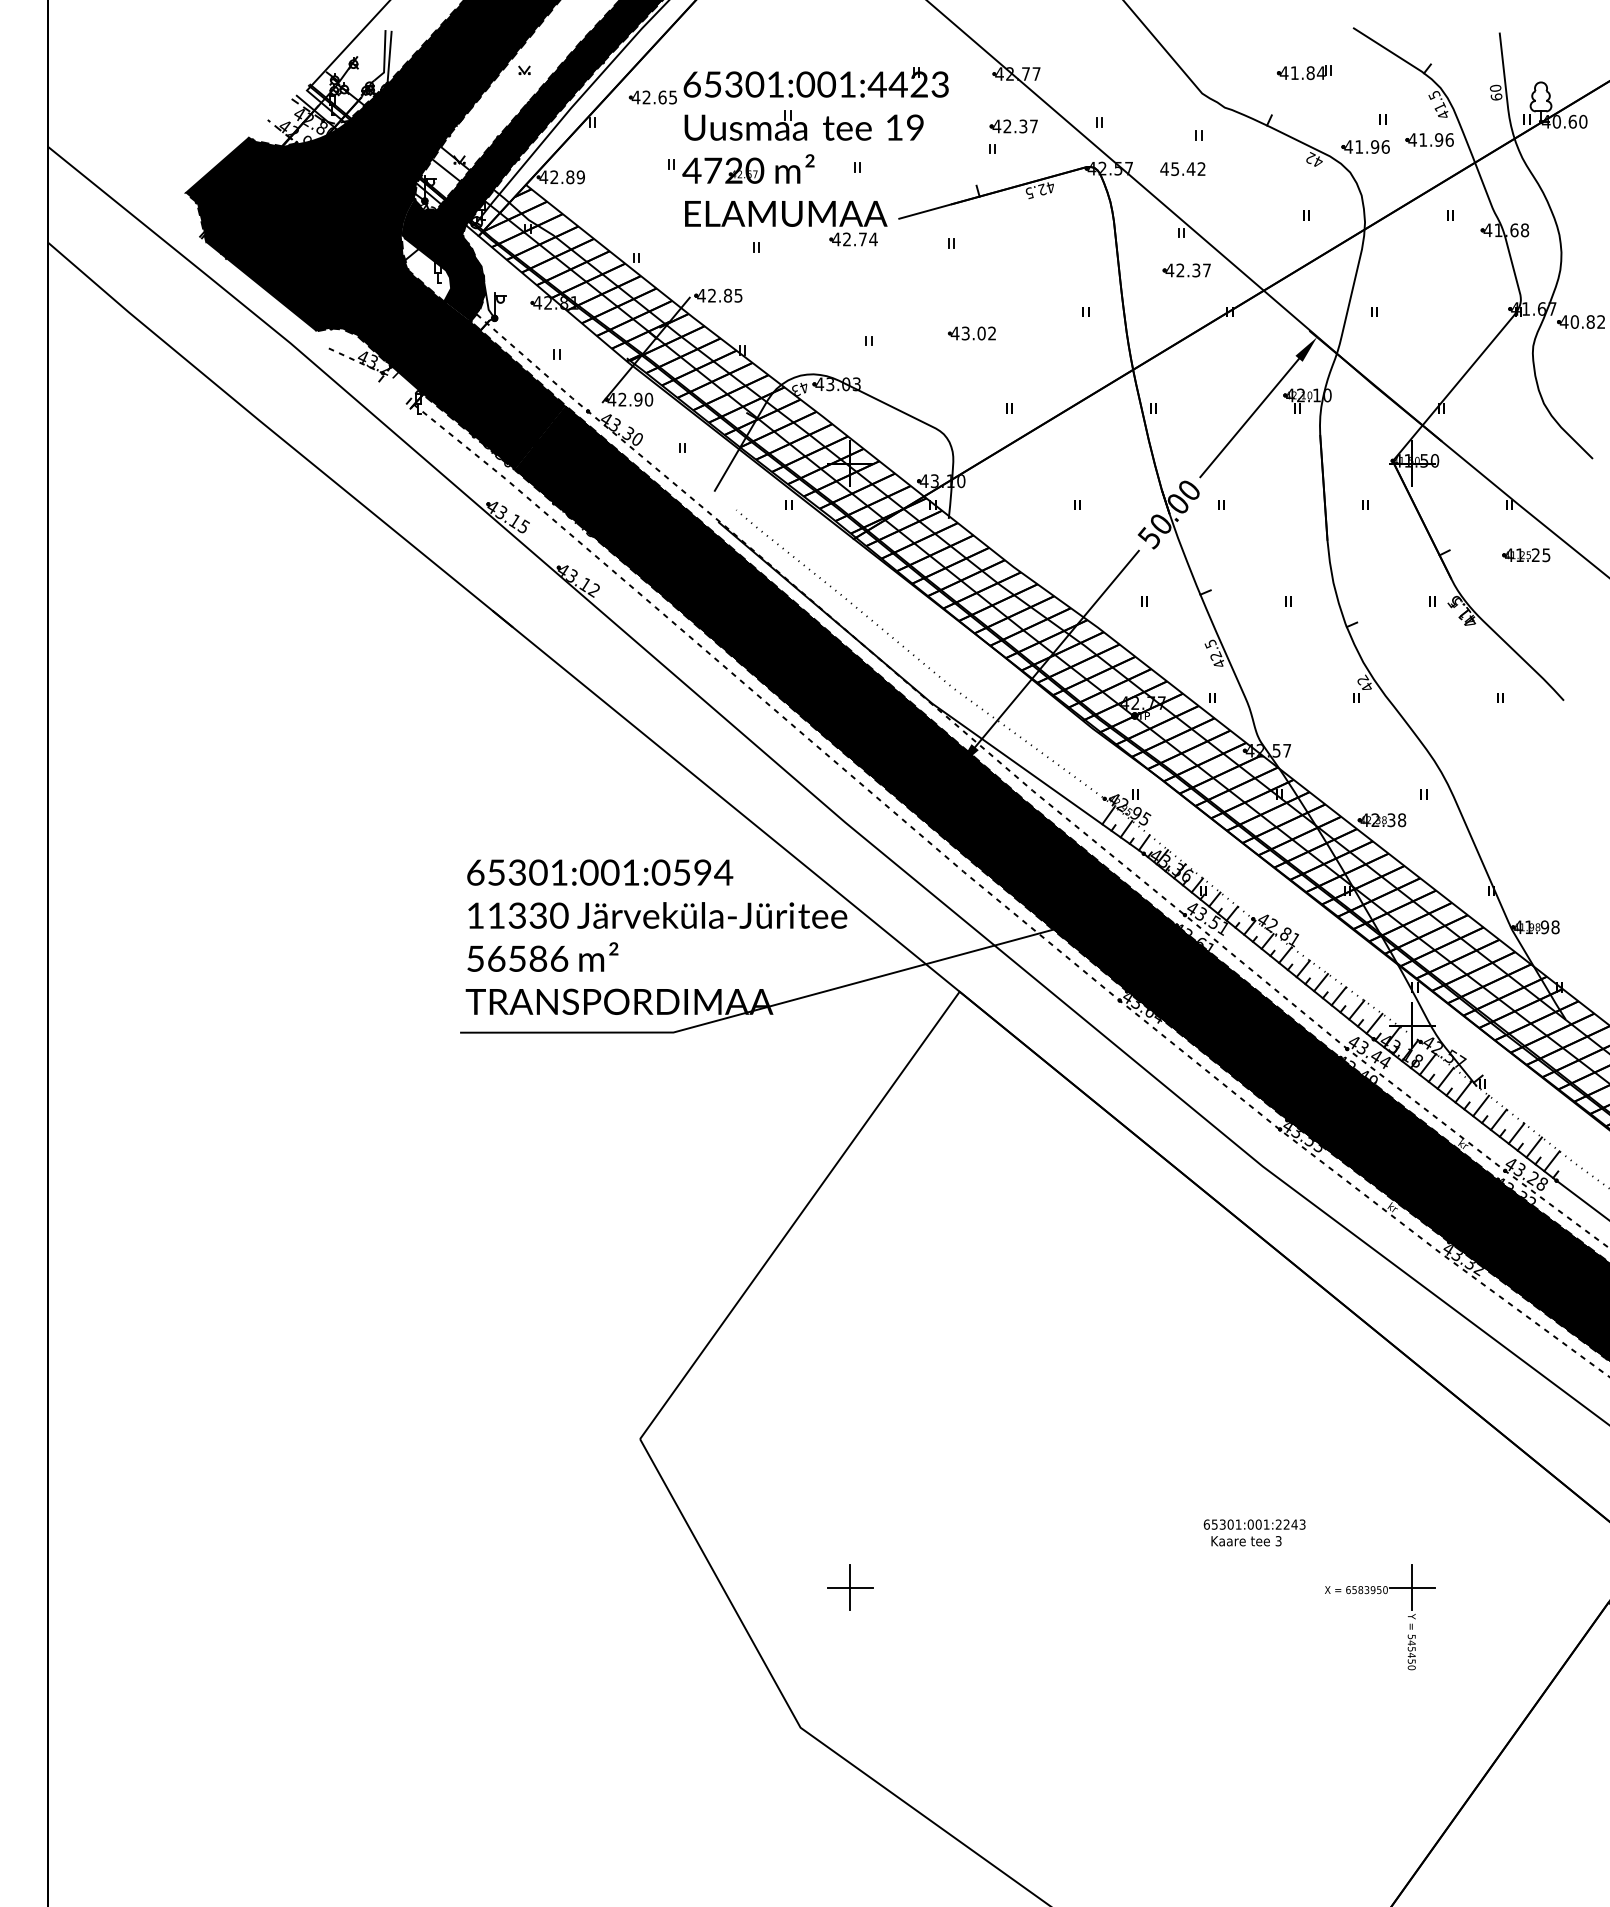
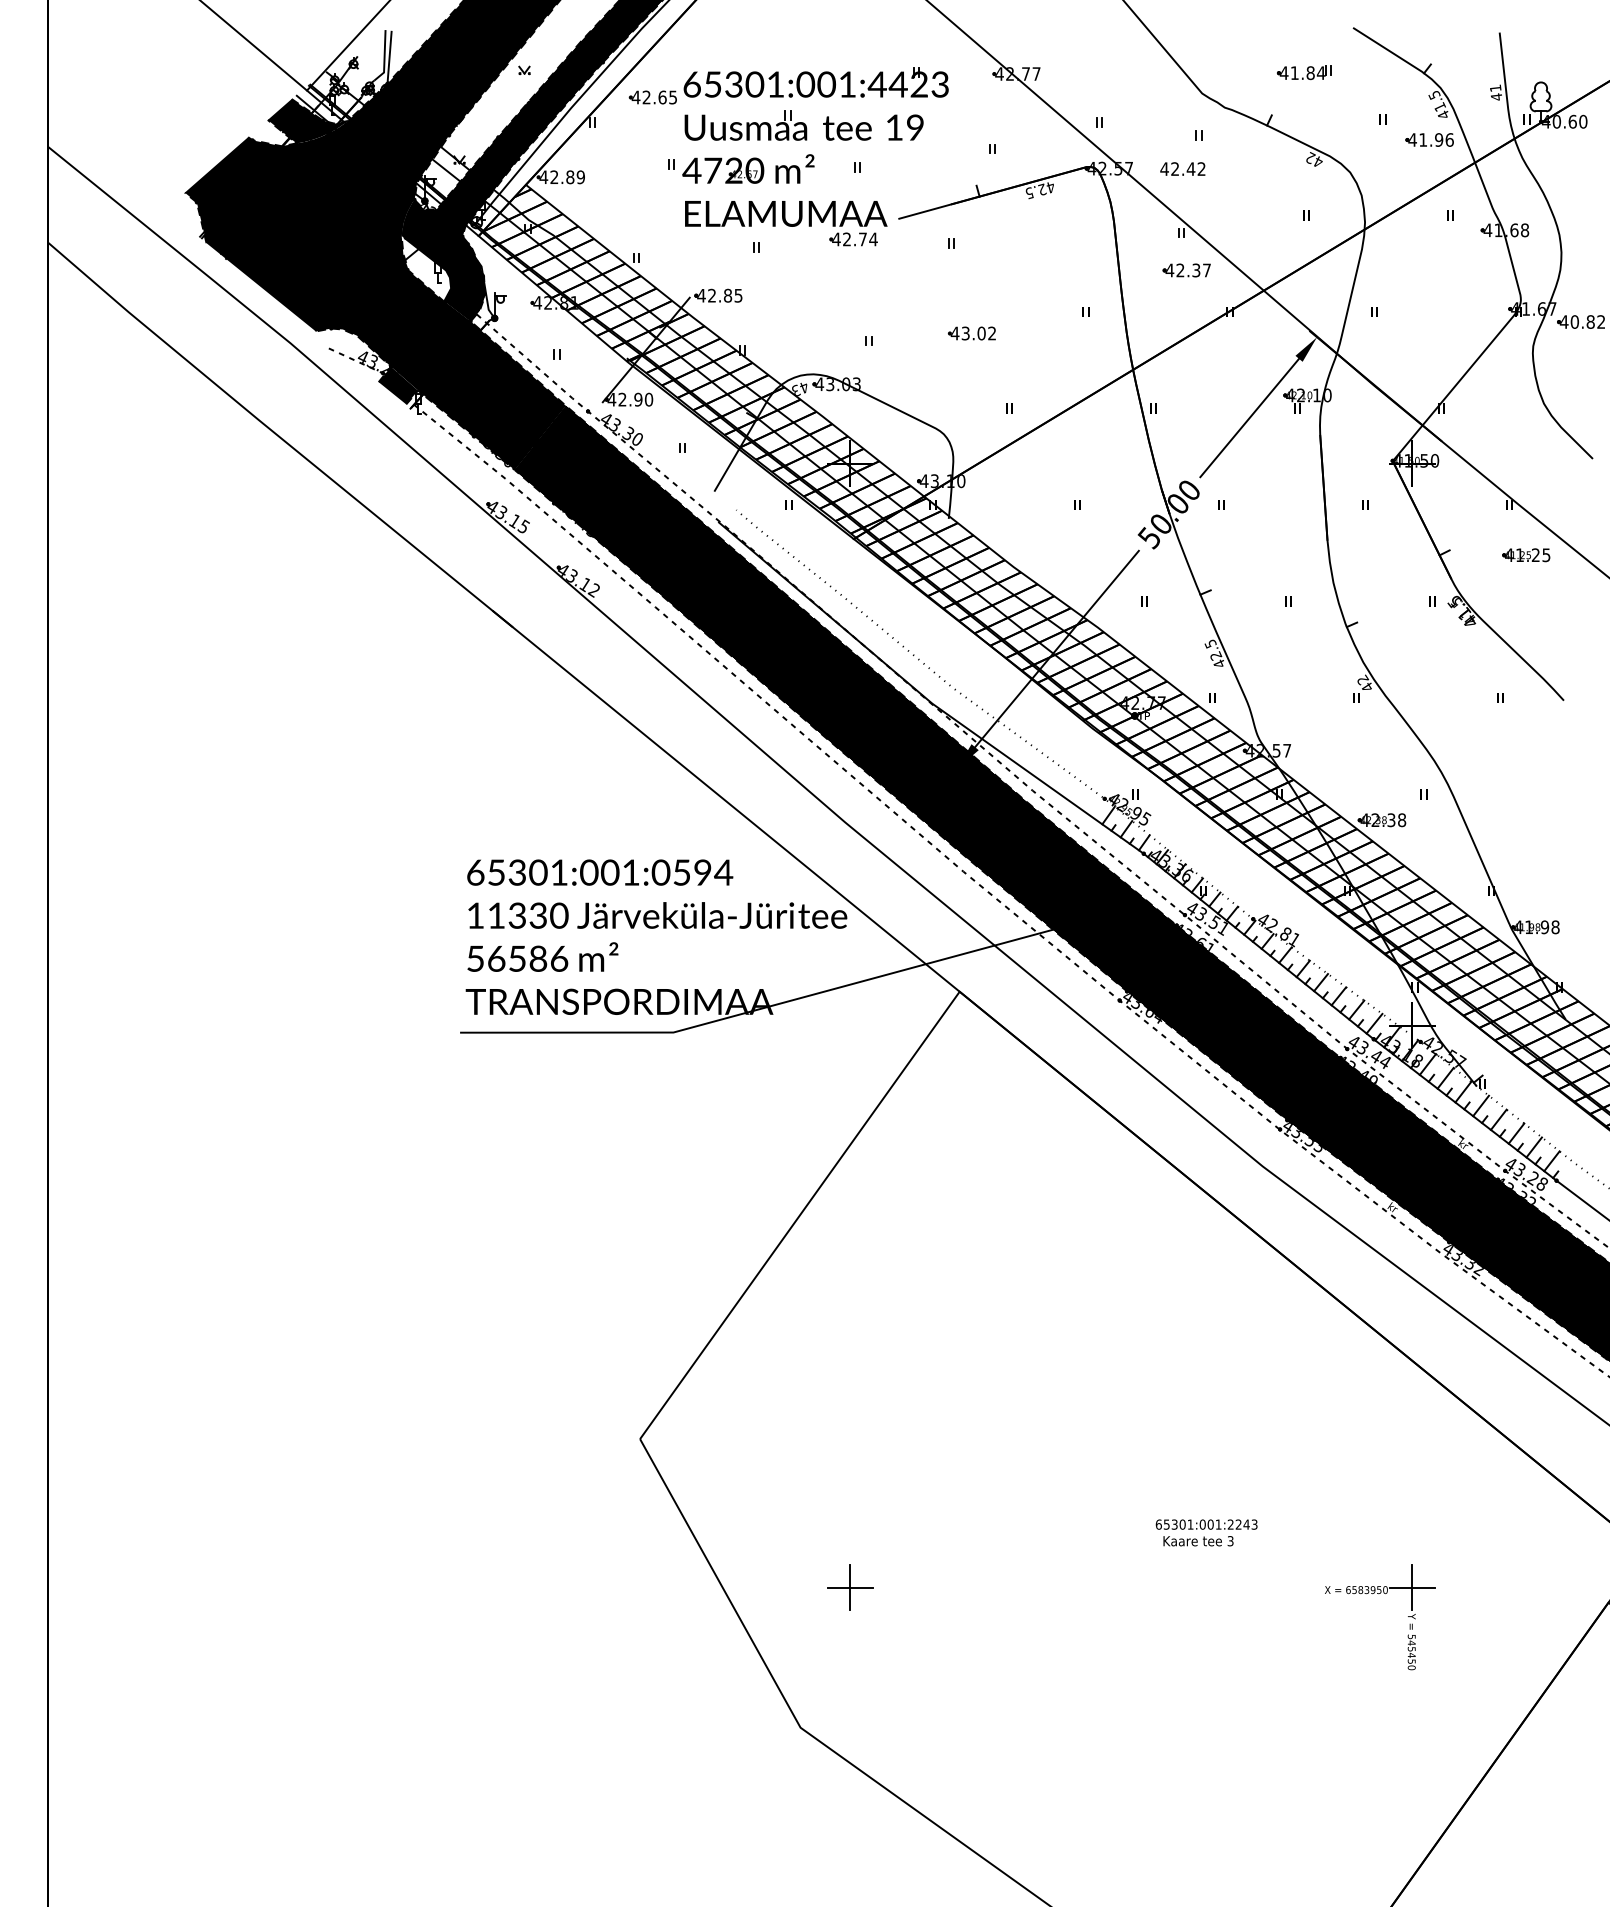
line at (254, 46): none -> present
text at (1495, 92): 60 -> 41
fill at (307, 121): none -> present
part at (1013, 126): present -> none
part at (1365, 146): present -> none
text at (1175, 169): 45.42 -> 42.42
fill at (398, 385): none -> present
text at (1254, 1532) position: (1254, 1532) -> (1206, 1532)
